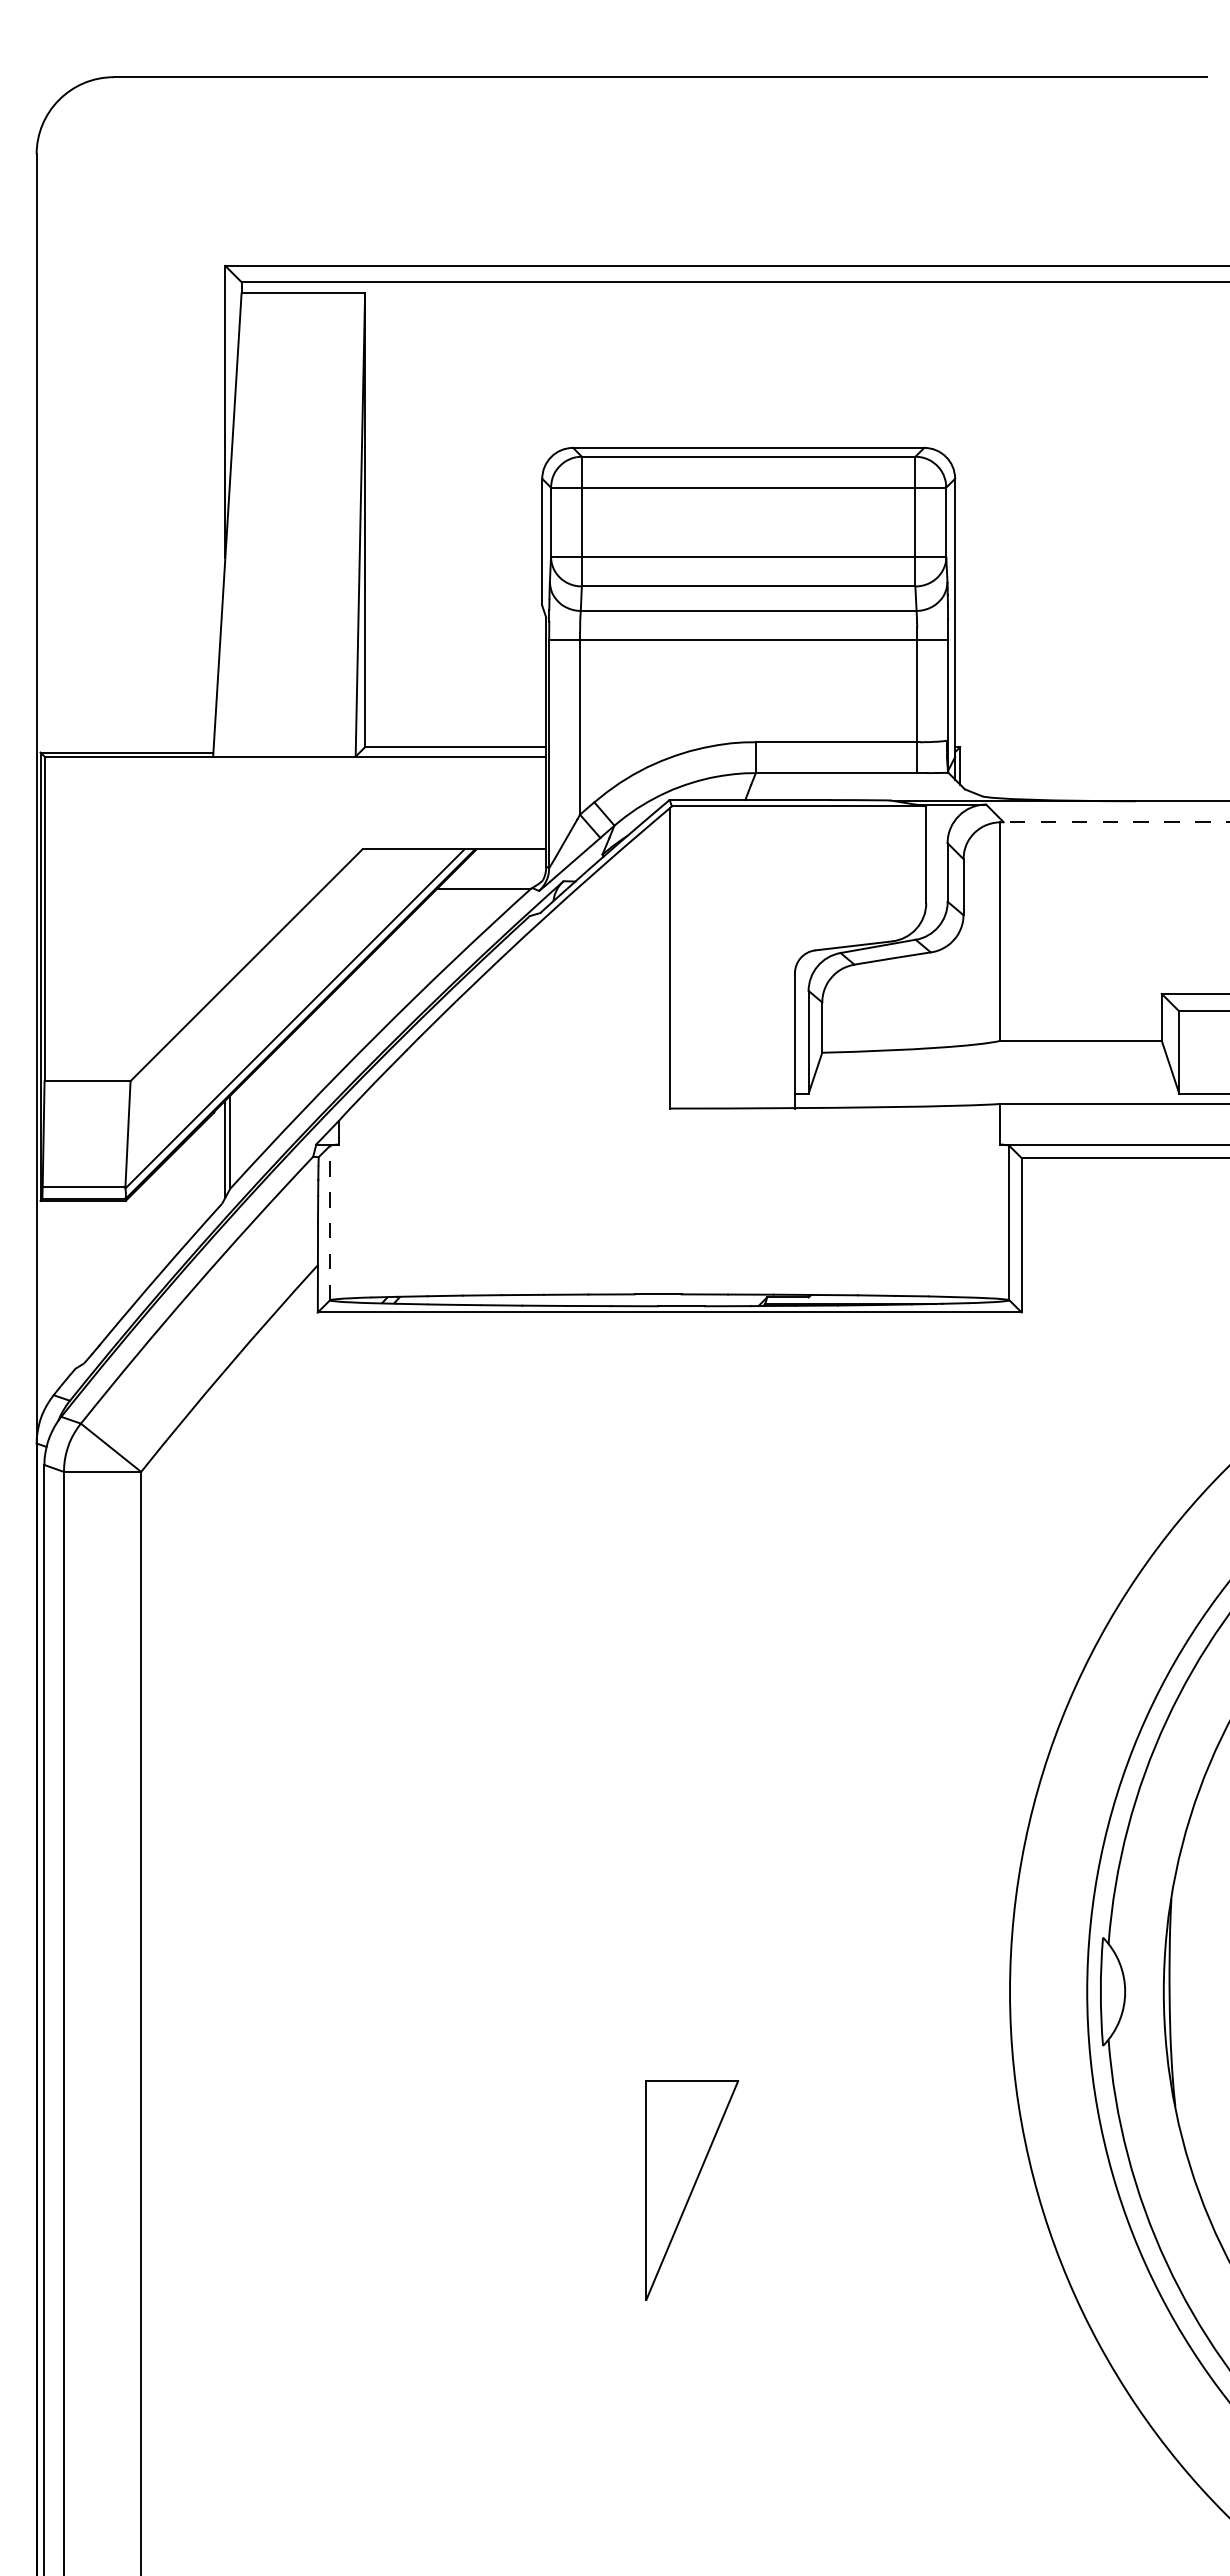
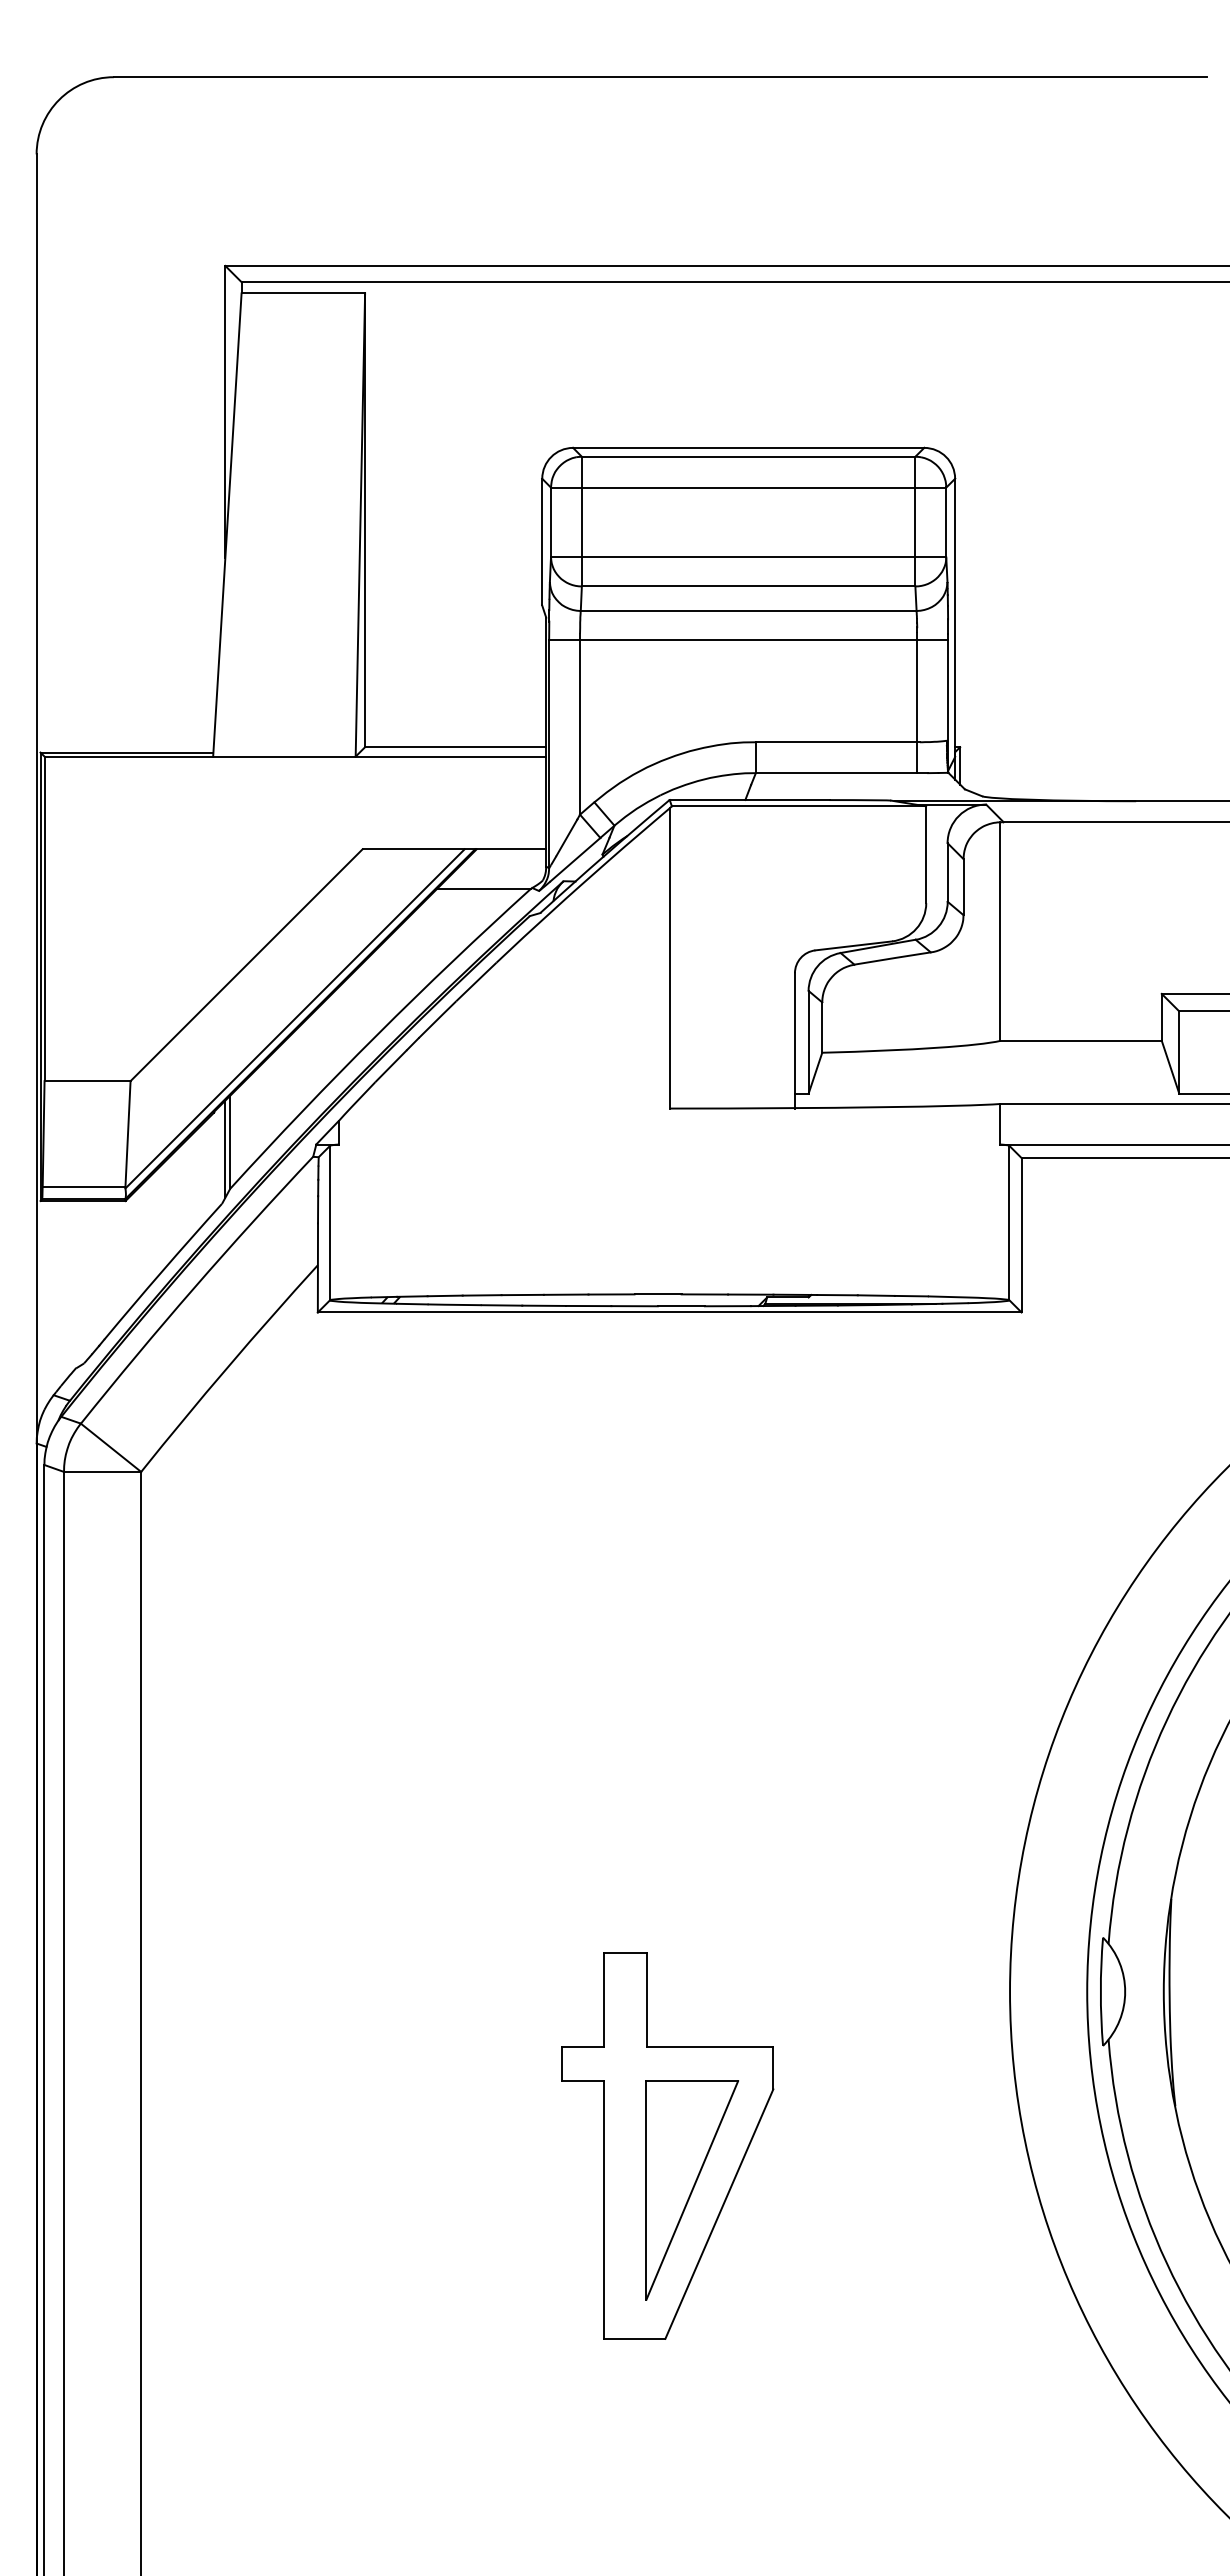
line at (1116, 822): dashed -> solid
line at (330, 1222): dashed -> solid
part at (667, 2145): none -> present
